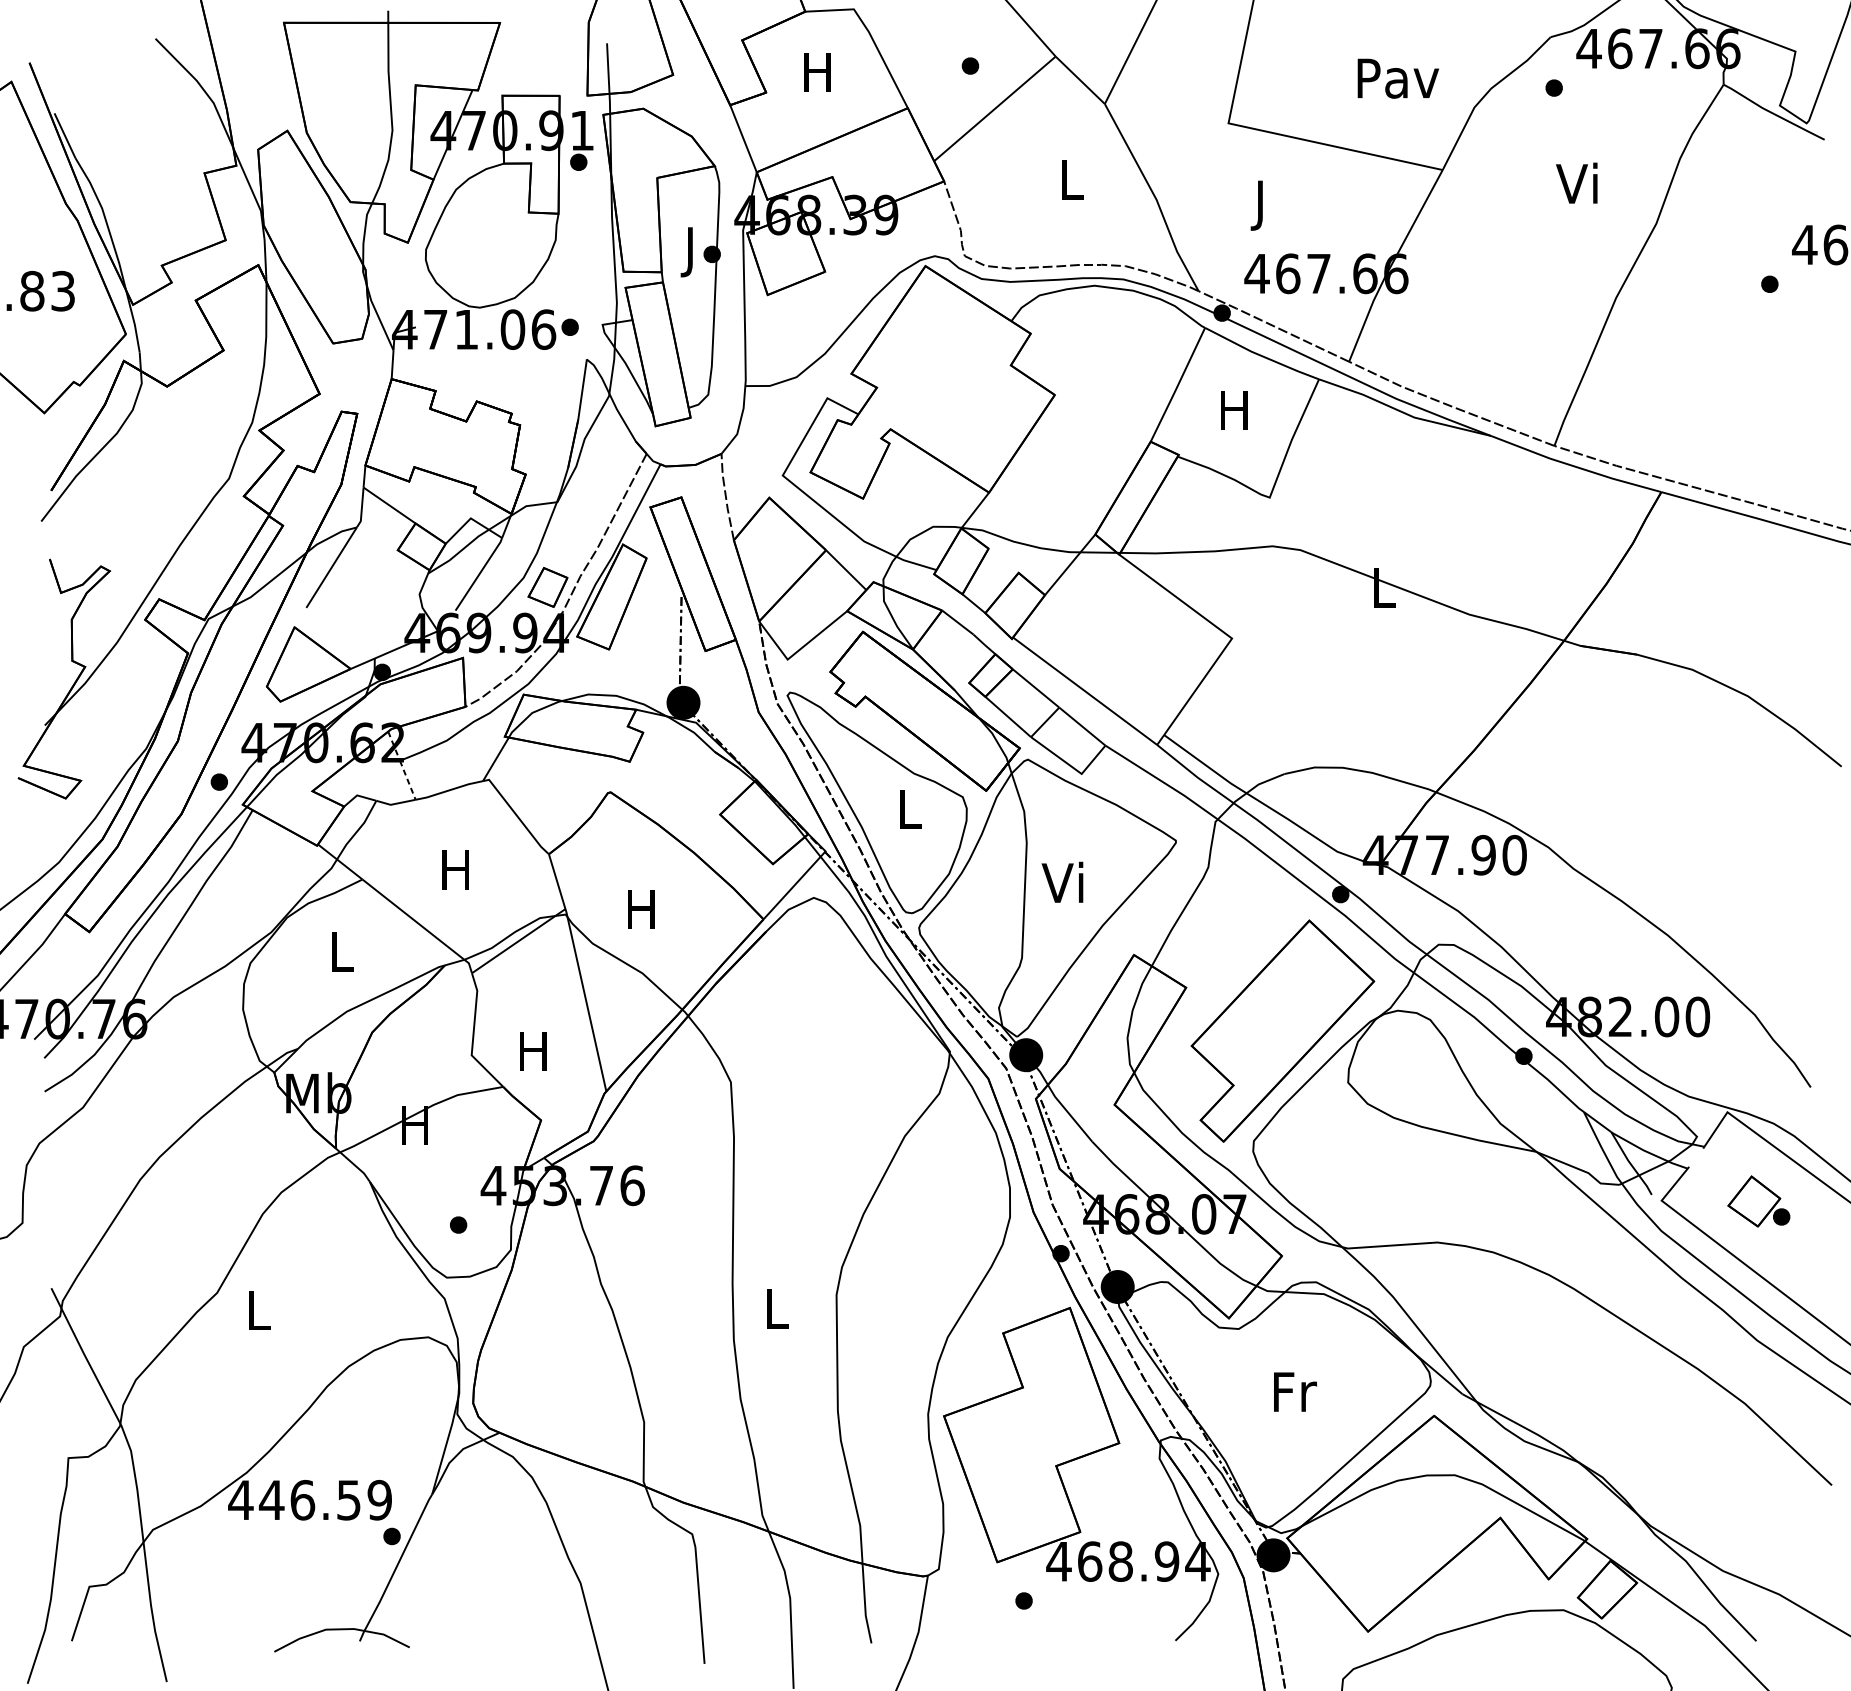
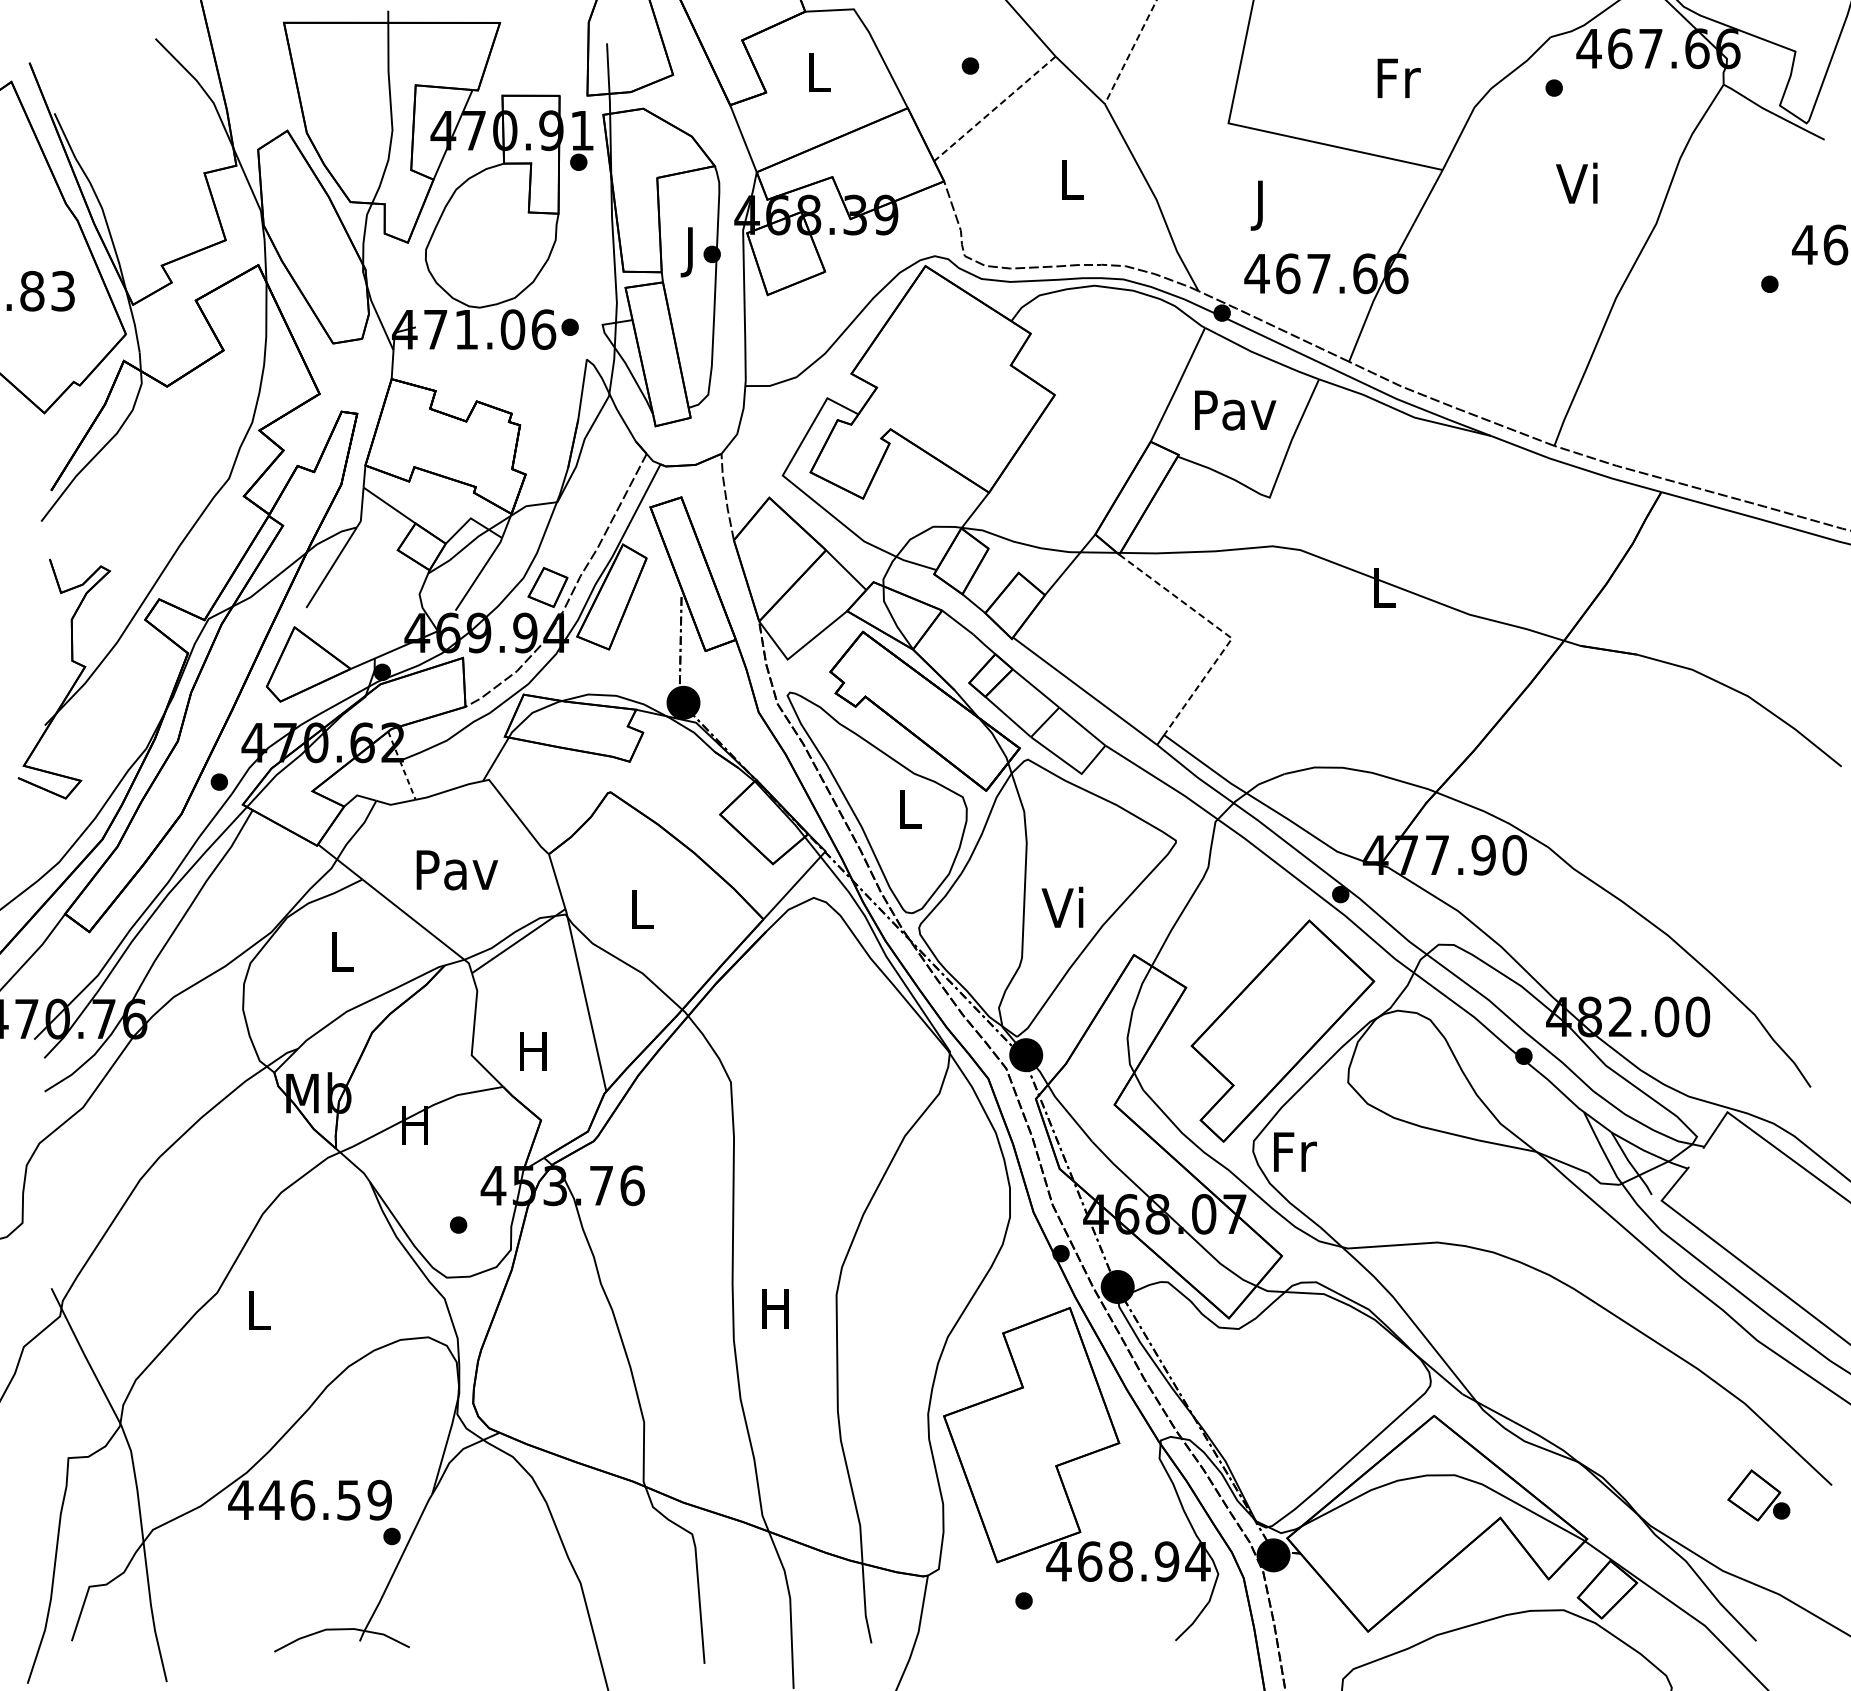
line at (1130, 52): solid -> dashed
text at (817, 72): H -> L
text at (1397, 78): Pav -> Fr
line at (994, 109): solid -> dashed
text at (1235, 410): H -> Pav
line at (1224, 632): solid -> dashed
text at (457, 870): H -> Pav
text at (1062, 881) position: (1062, 881) -> (1062, 906)
text at (641, 909): H -> L
part at (1758, 1201) position: (1758, 1201) -> (1758, 1495)
text at (775, 1308): L -> H
text at (1295, 1391) position: (1295, 1391) -> (1295, 1151)
